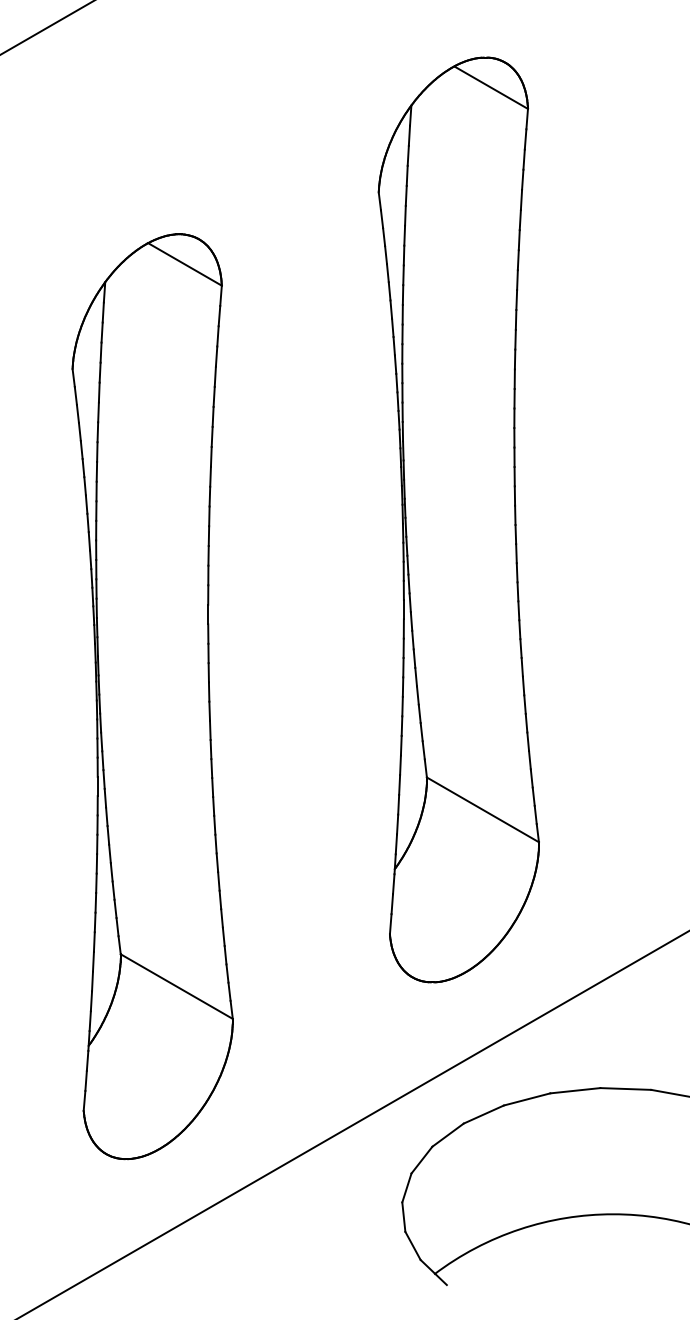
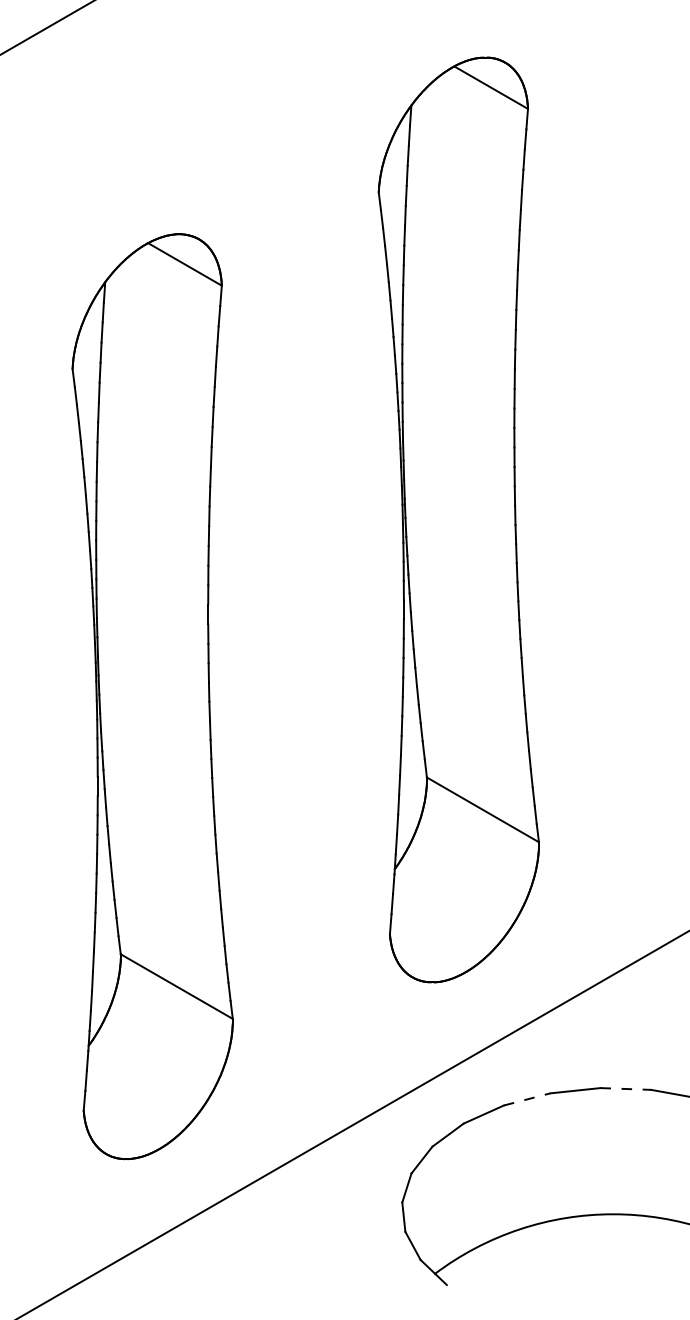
line at (626, 1089): solid -> dashed
line at (527, 1099): solid -> dashed
